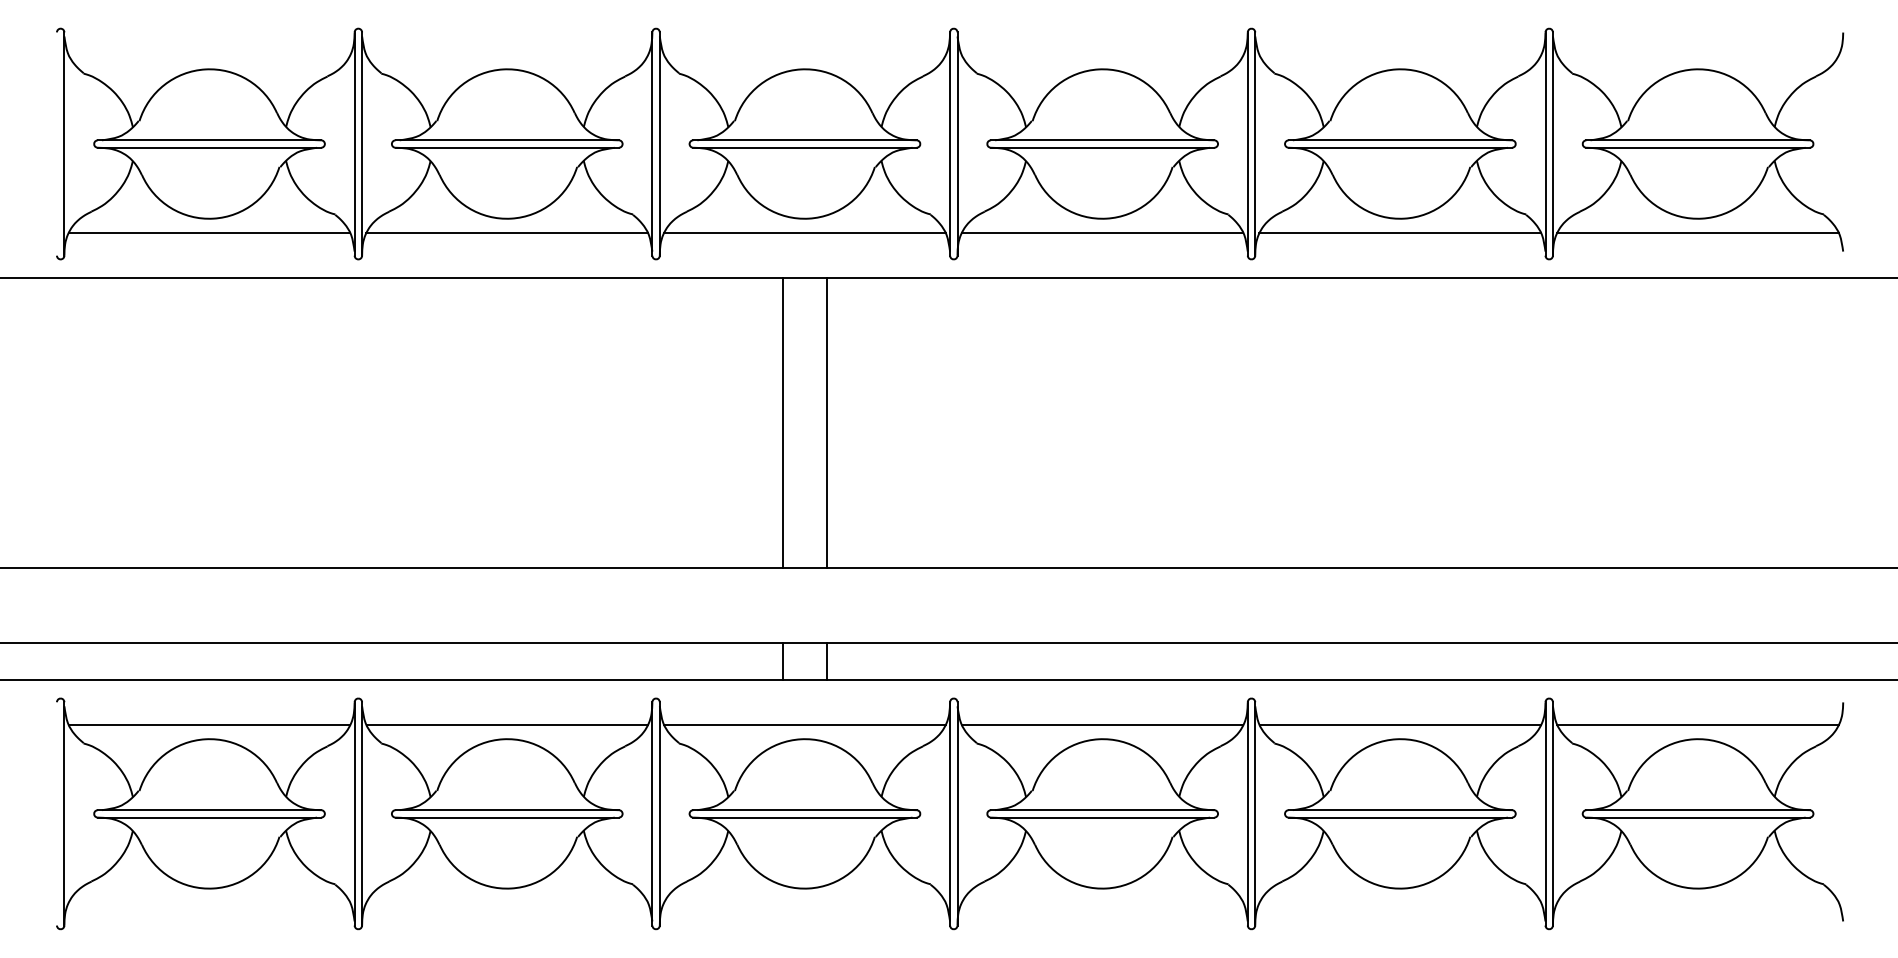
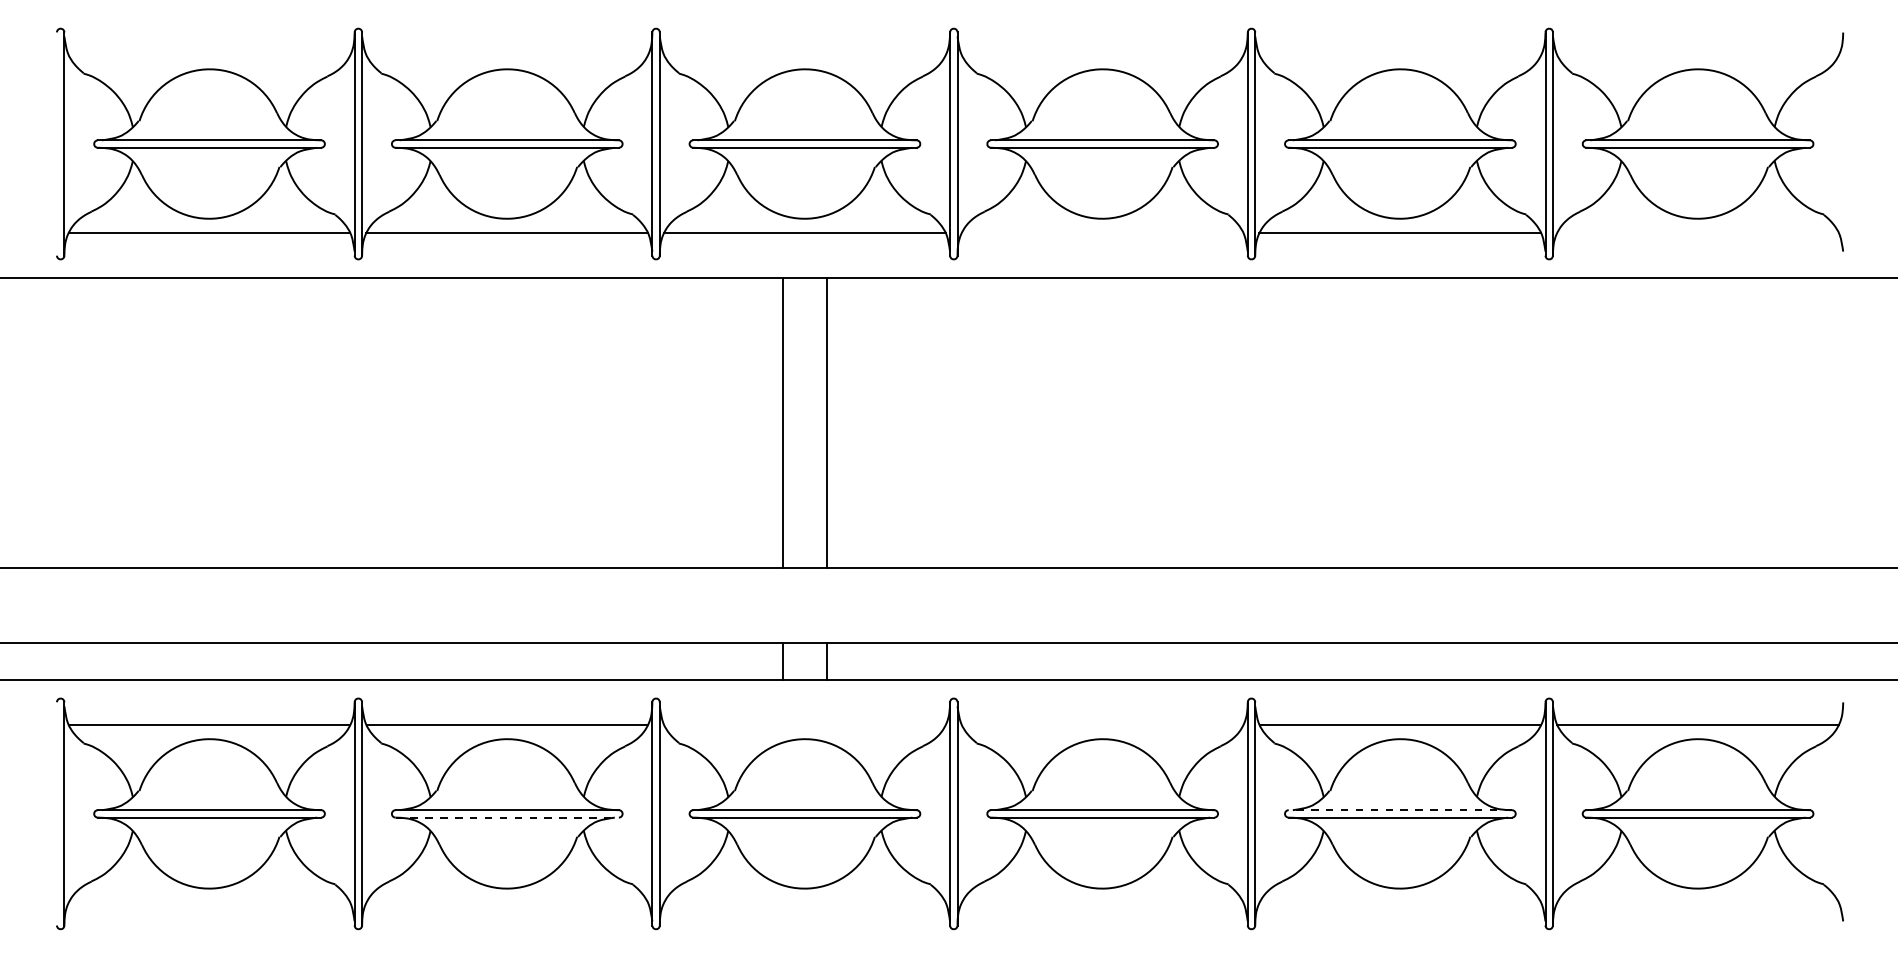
line at (1102, 233): present -> none
line at (1697, 233): present -> none
line at (804, 724): present -> none
line at (1102, 724): present -> none
line at (1400, 810): solid -> dashed
line at (507, 817): solid -> dashed
